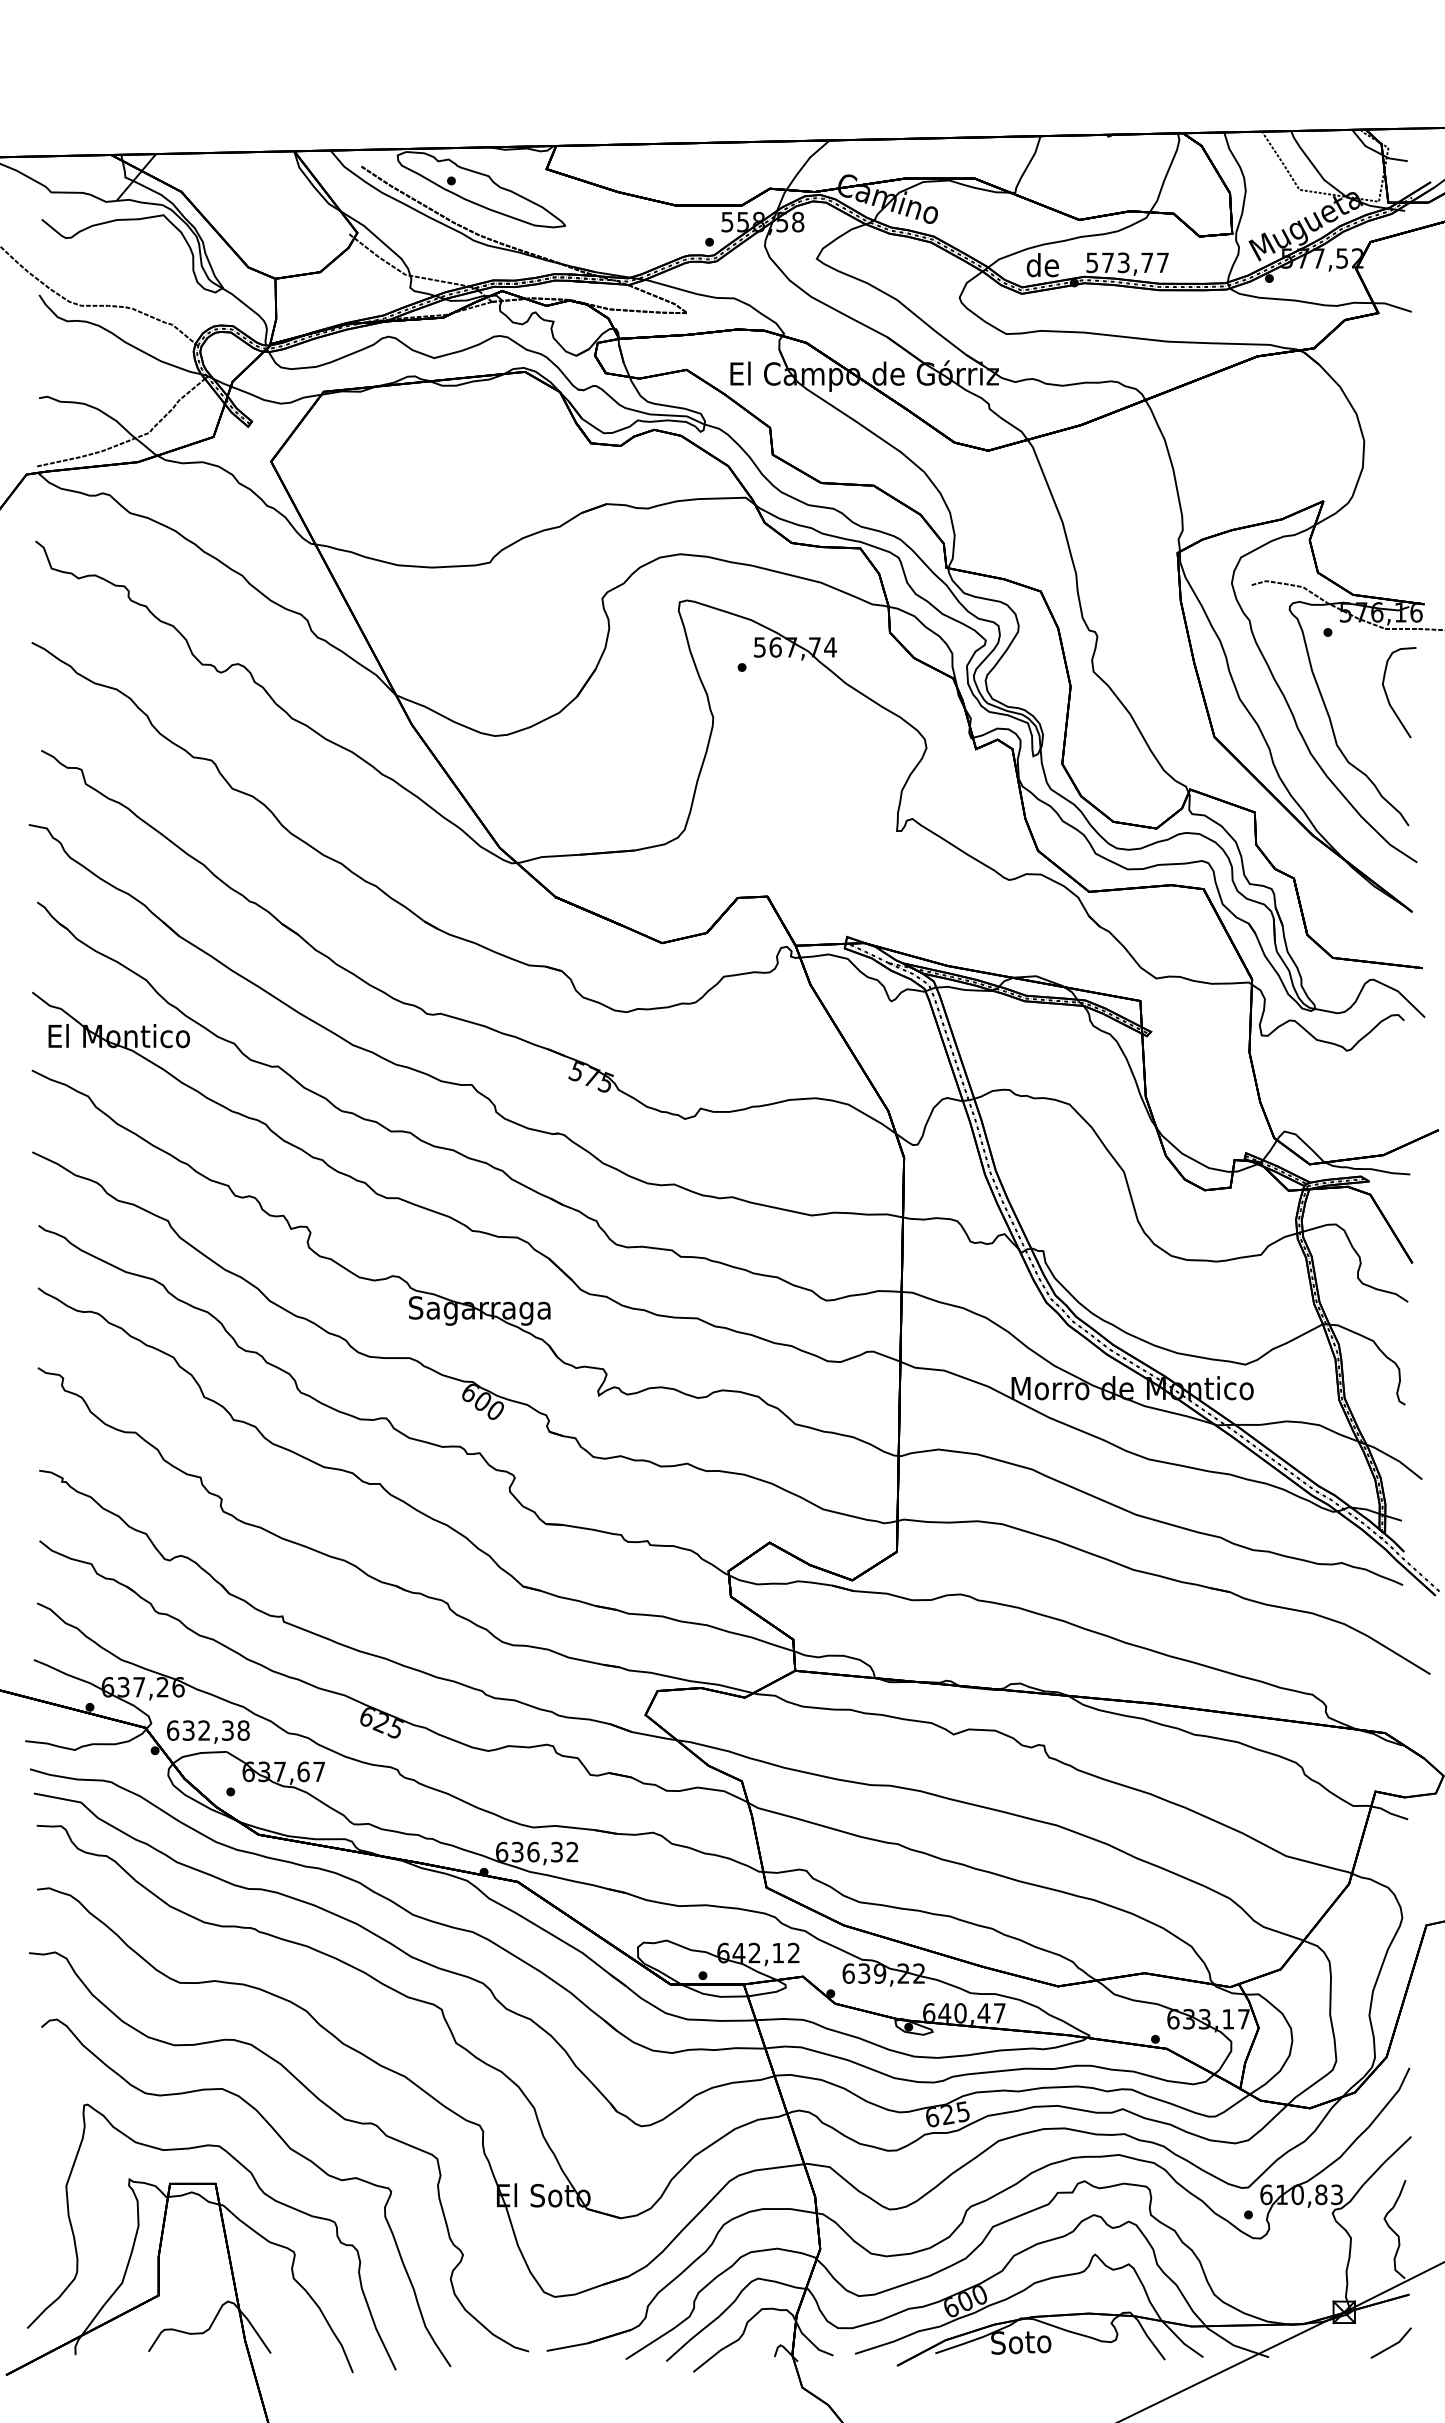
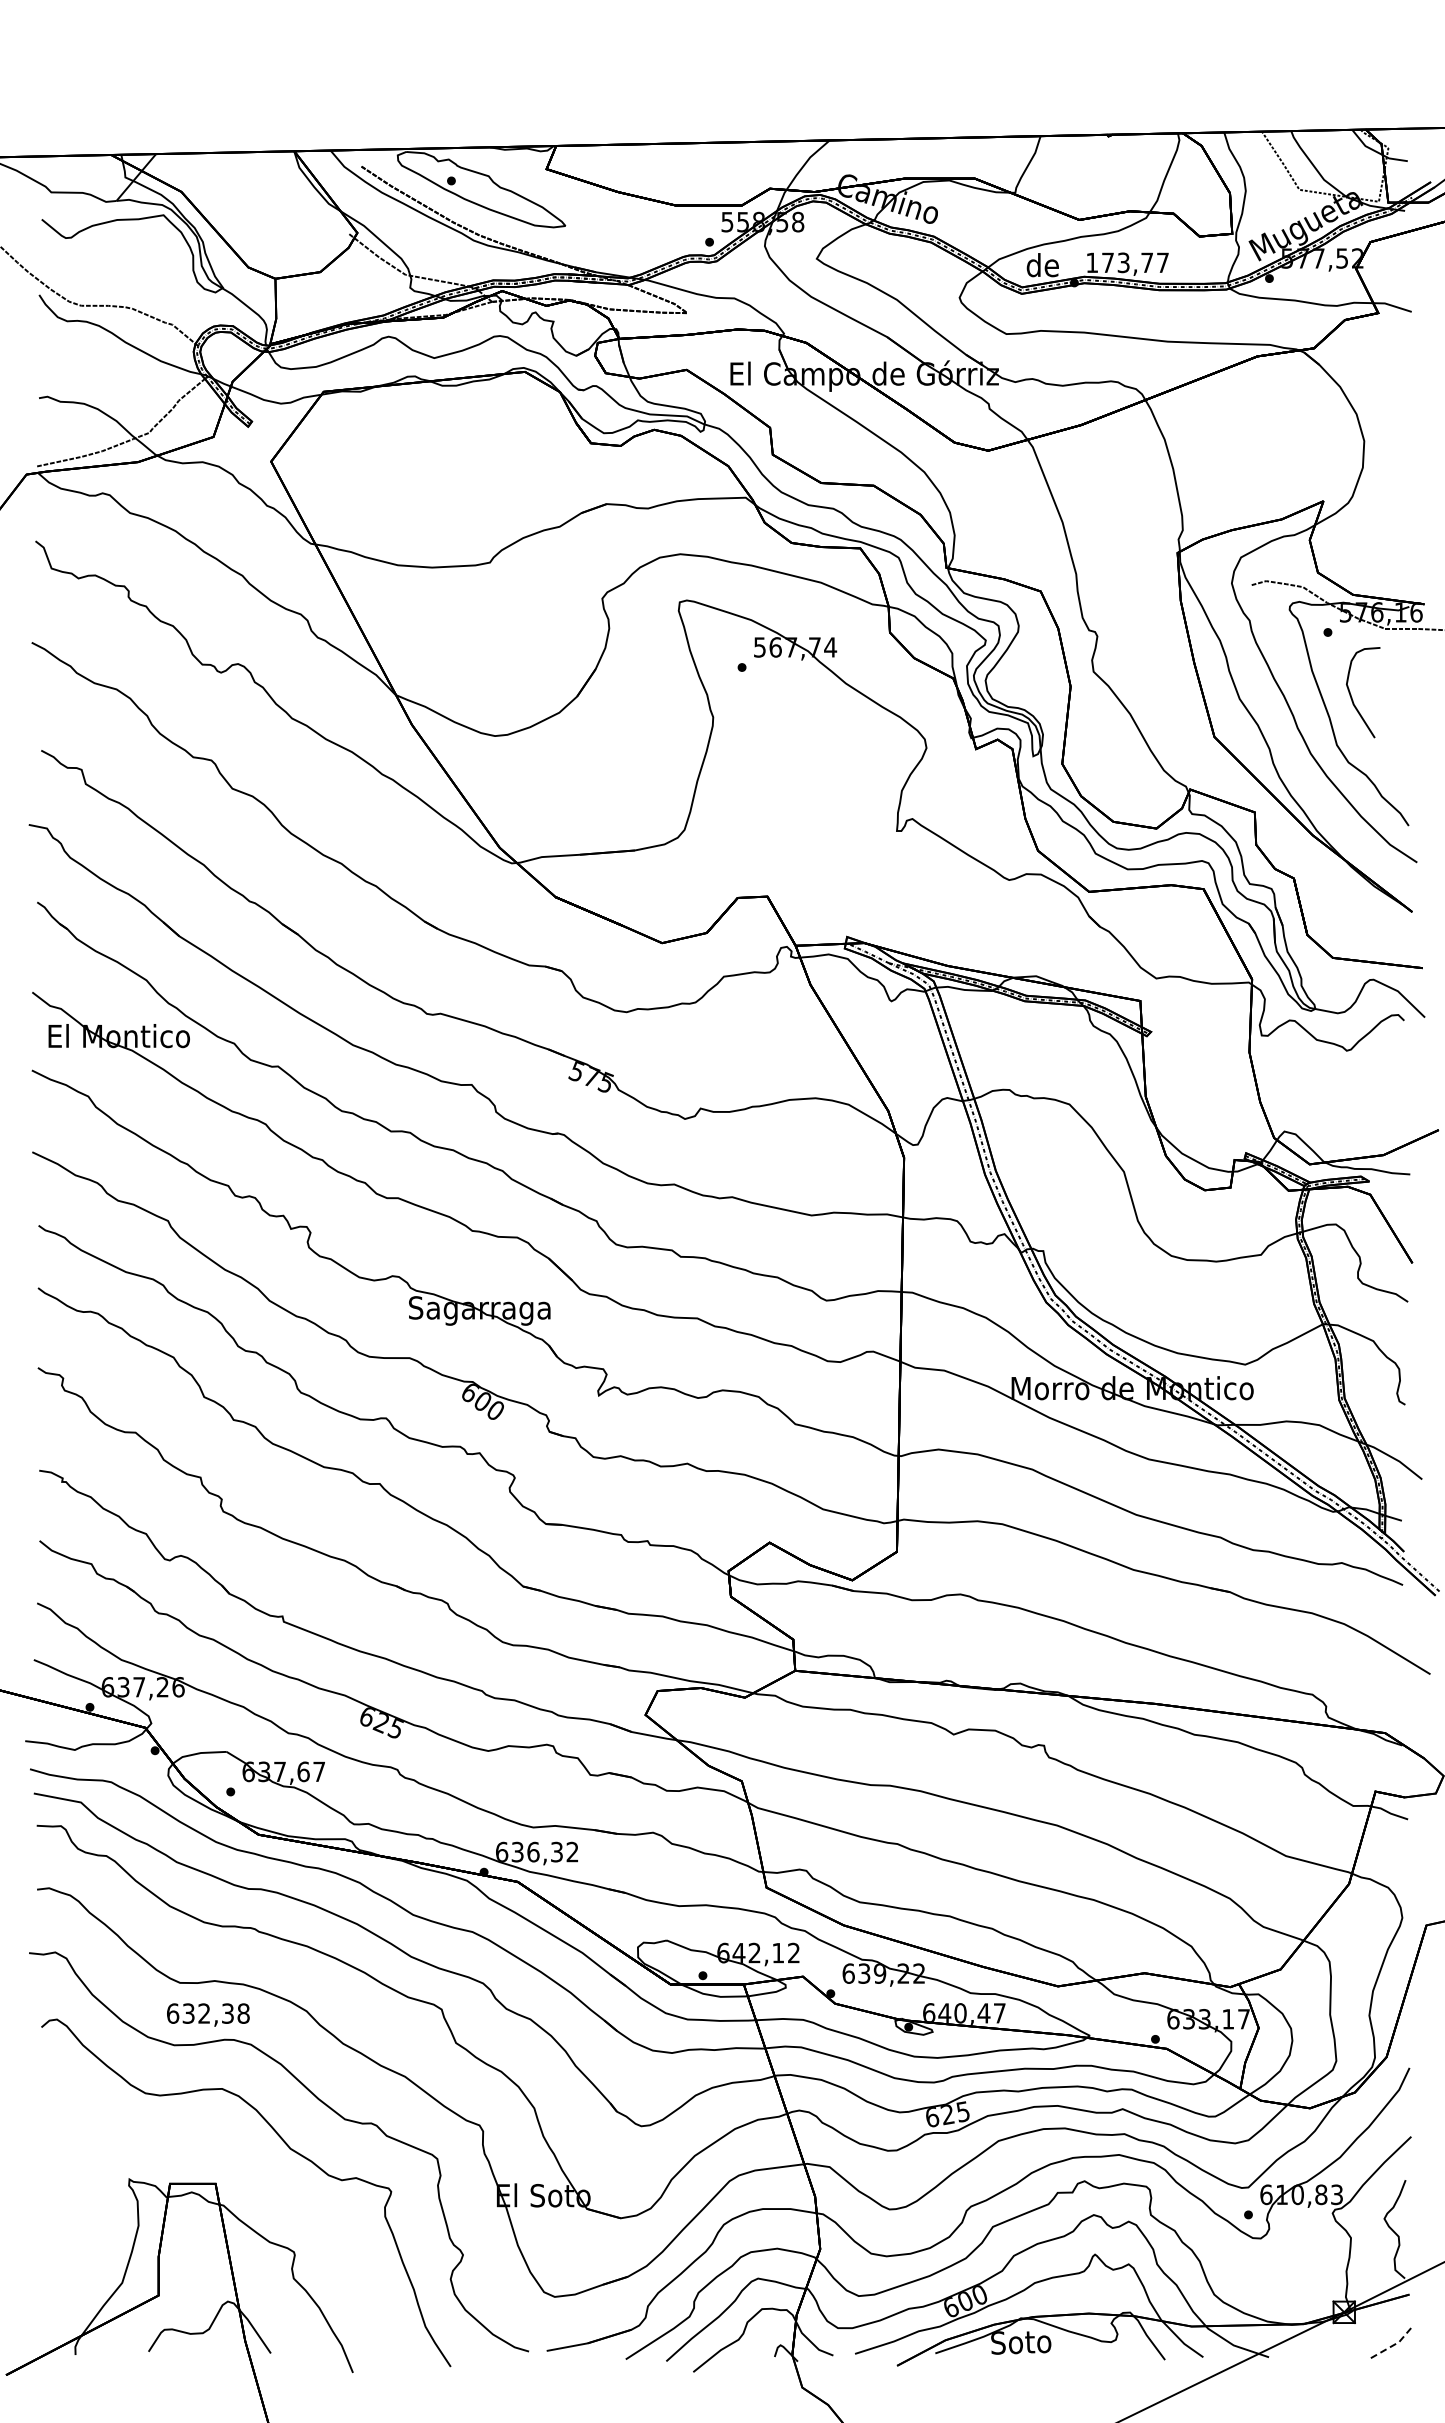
text at (1091, 262): 573,77 -> 173,77
curve at (1388, 697) position: (1388, 697) -> (1352, 697)
text at (208, 1731) position: (208, 1731) -> (208, 2014)
part at (258, 2188): present -> none
line at (1394, 2345): solid -> dashed
